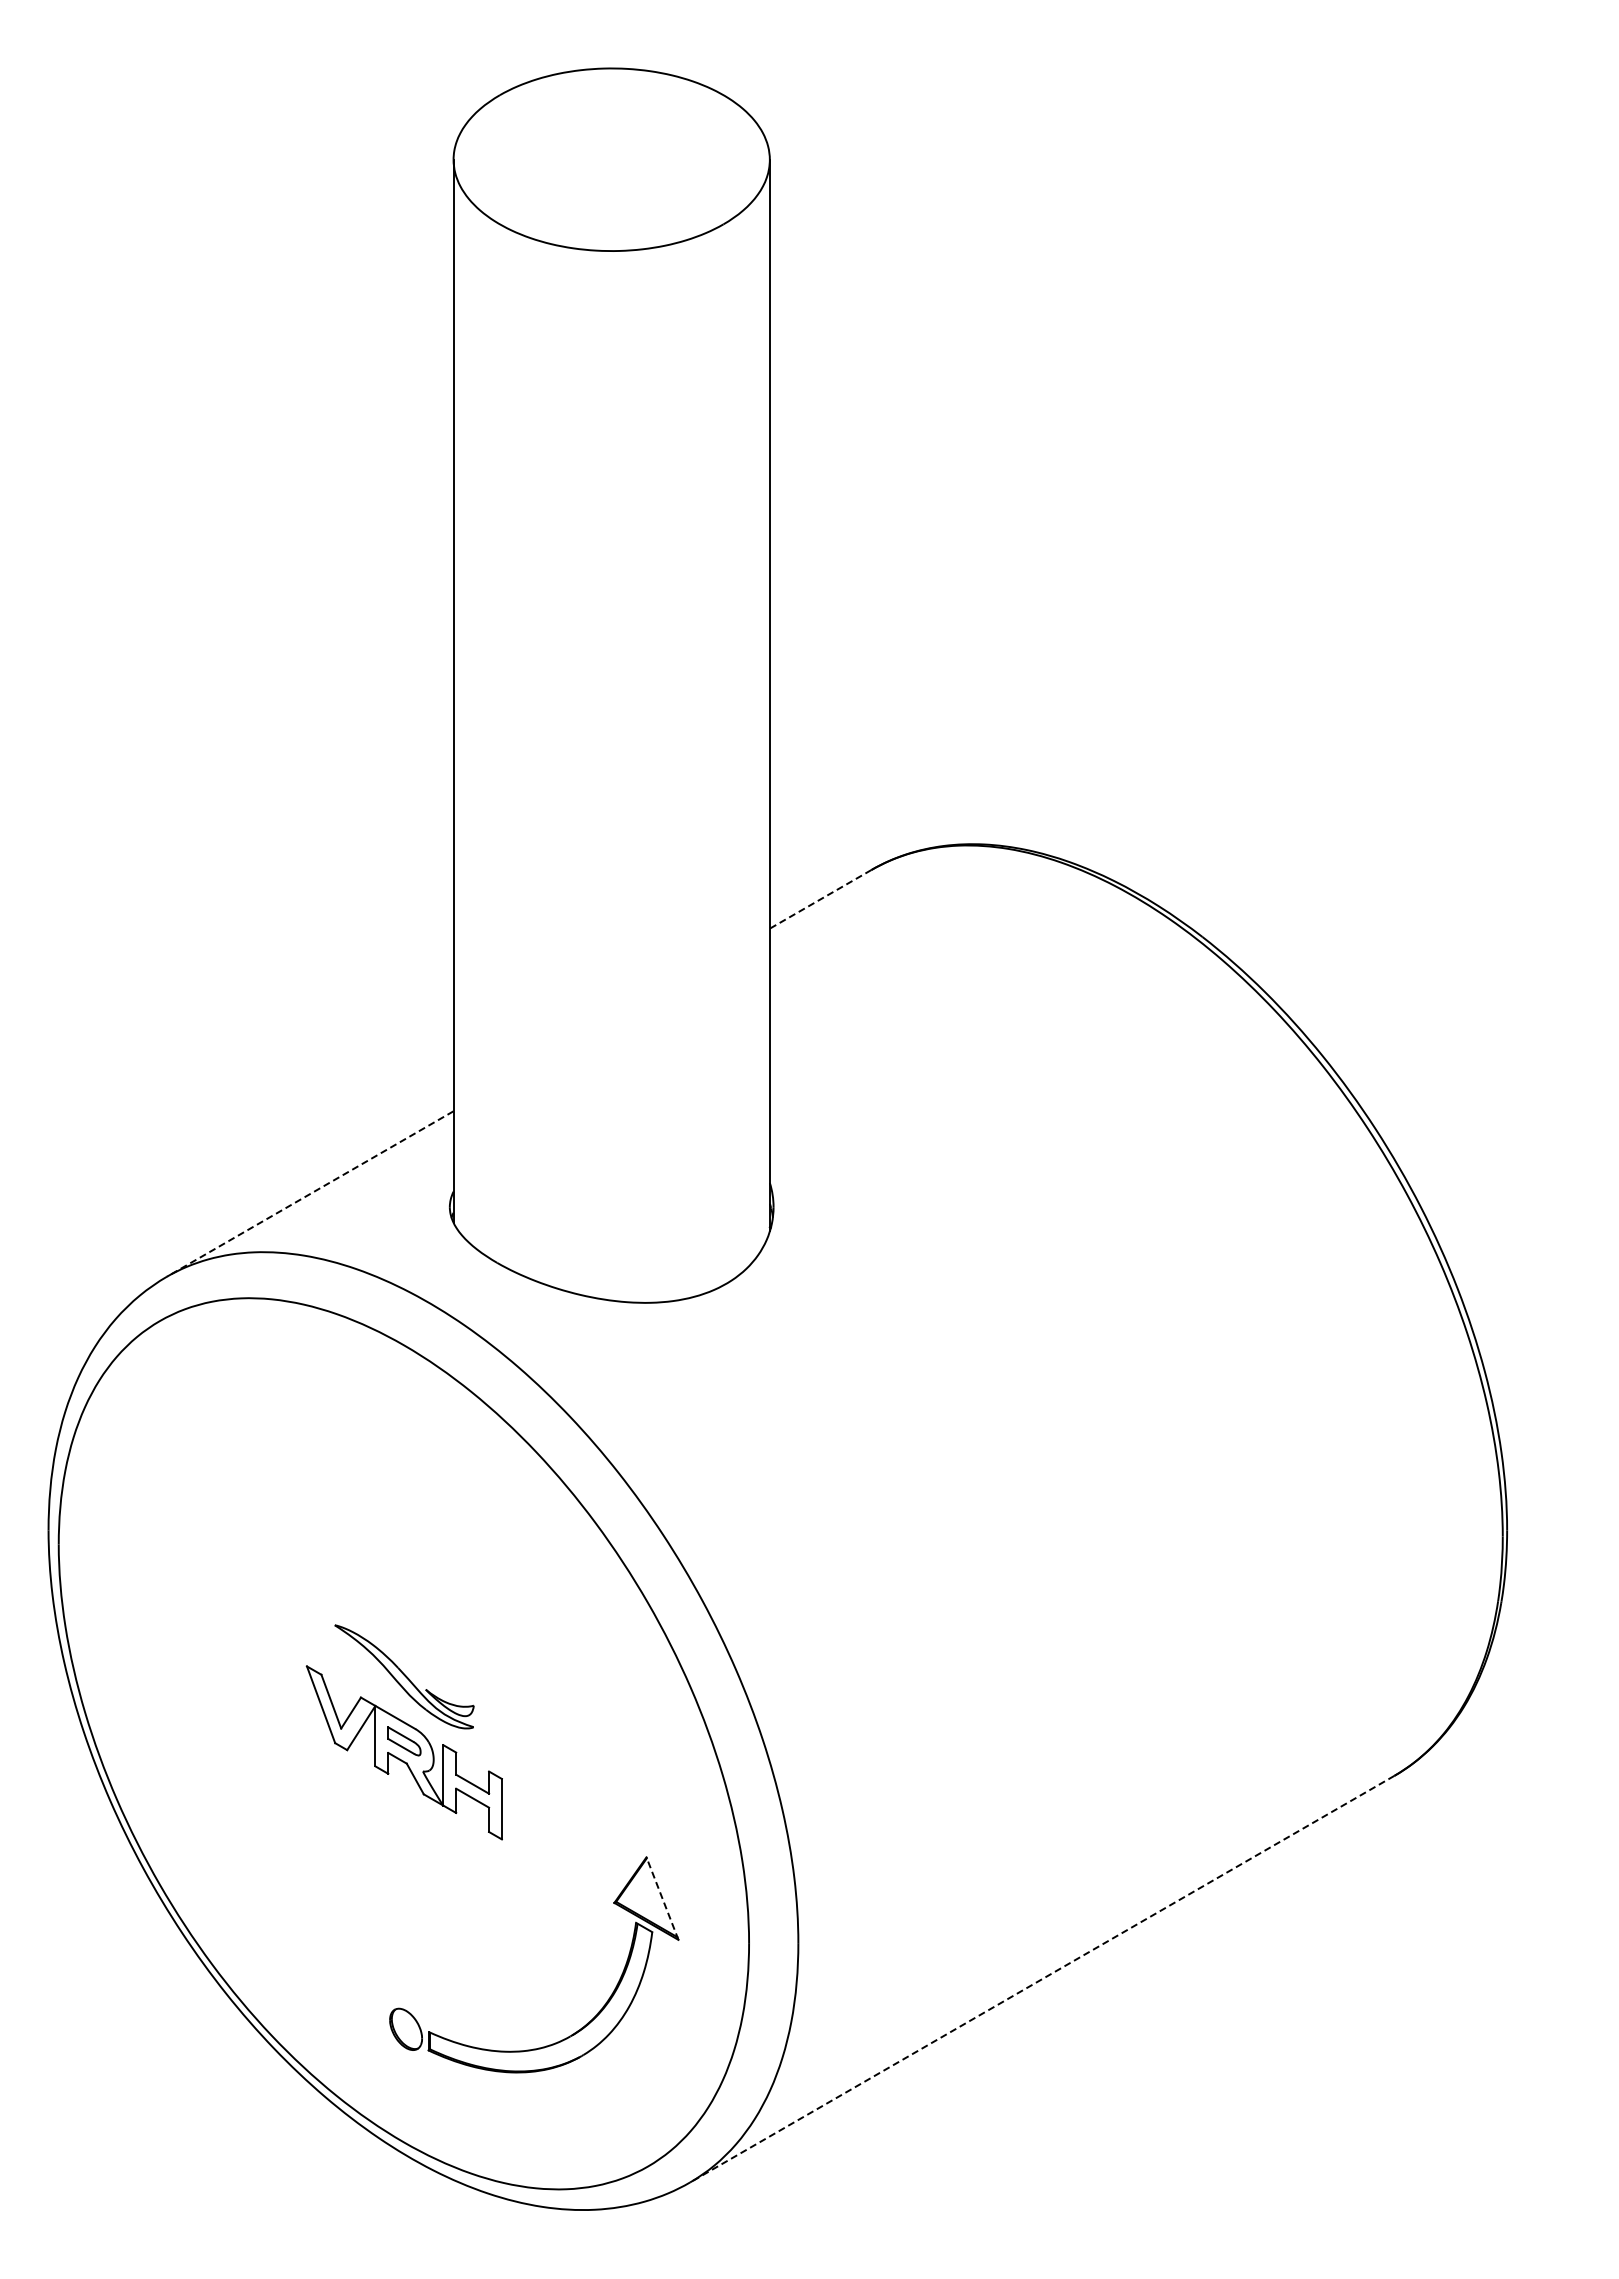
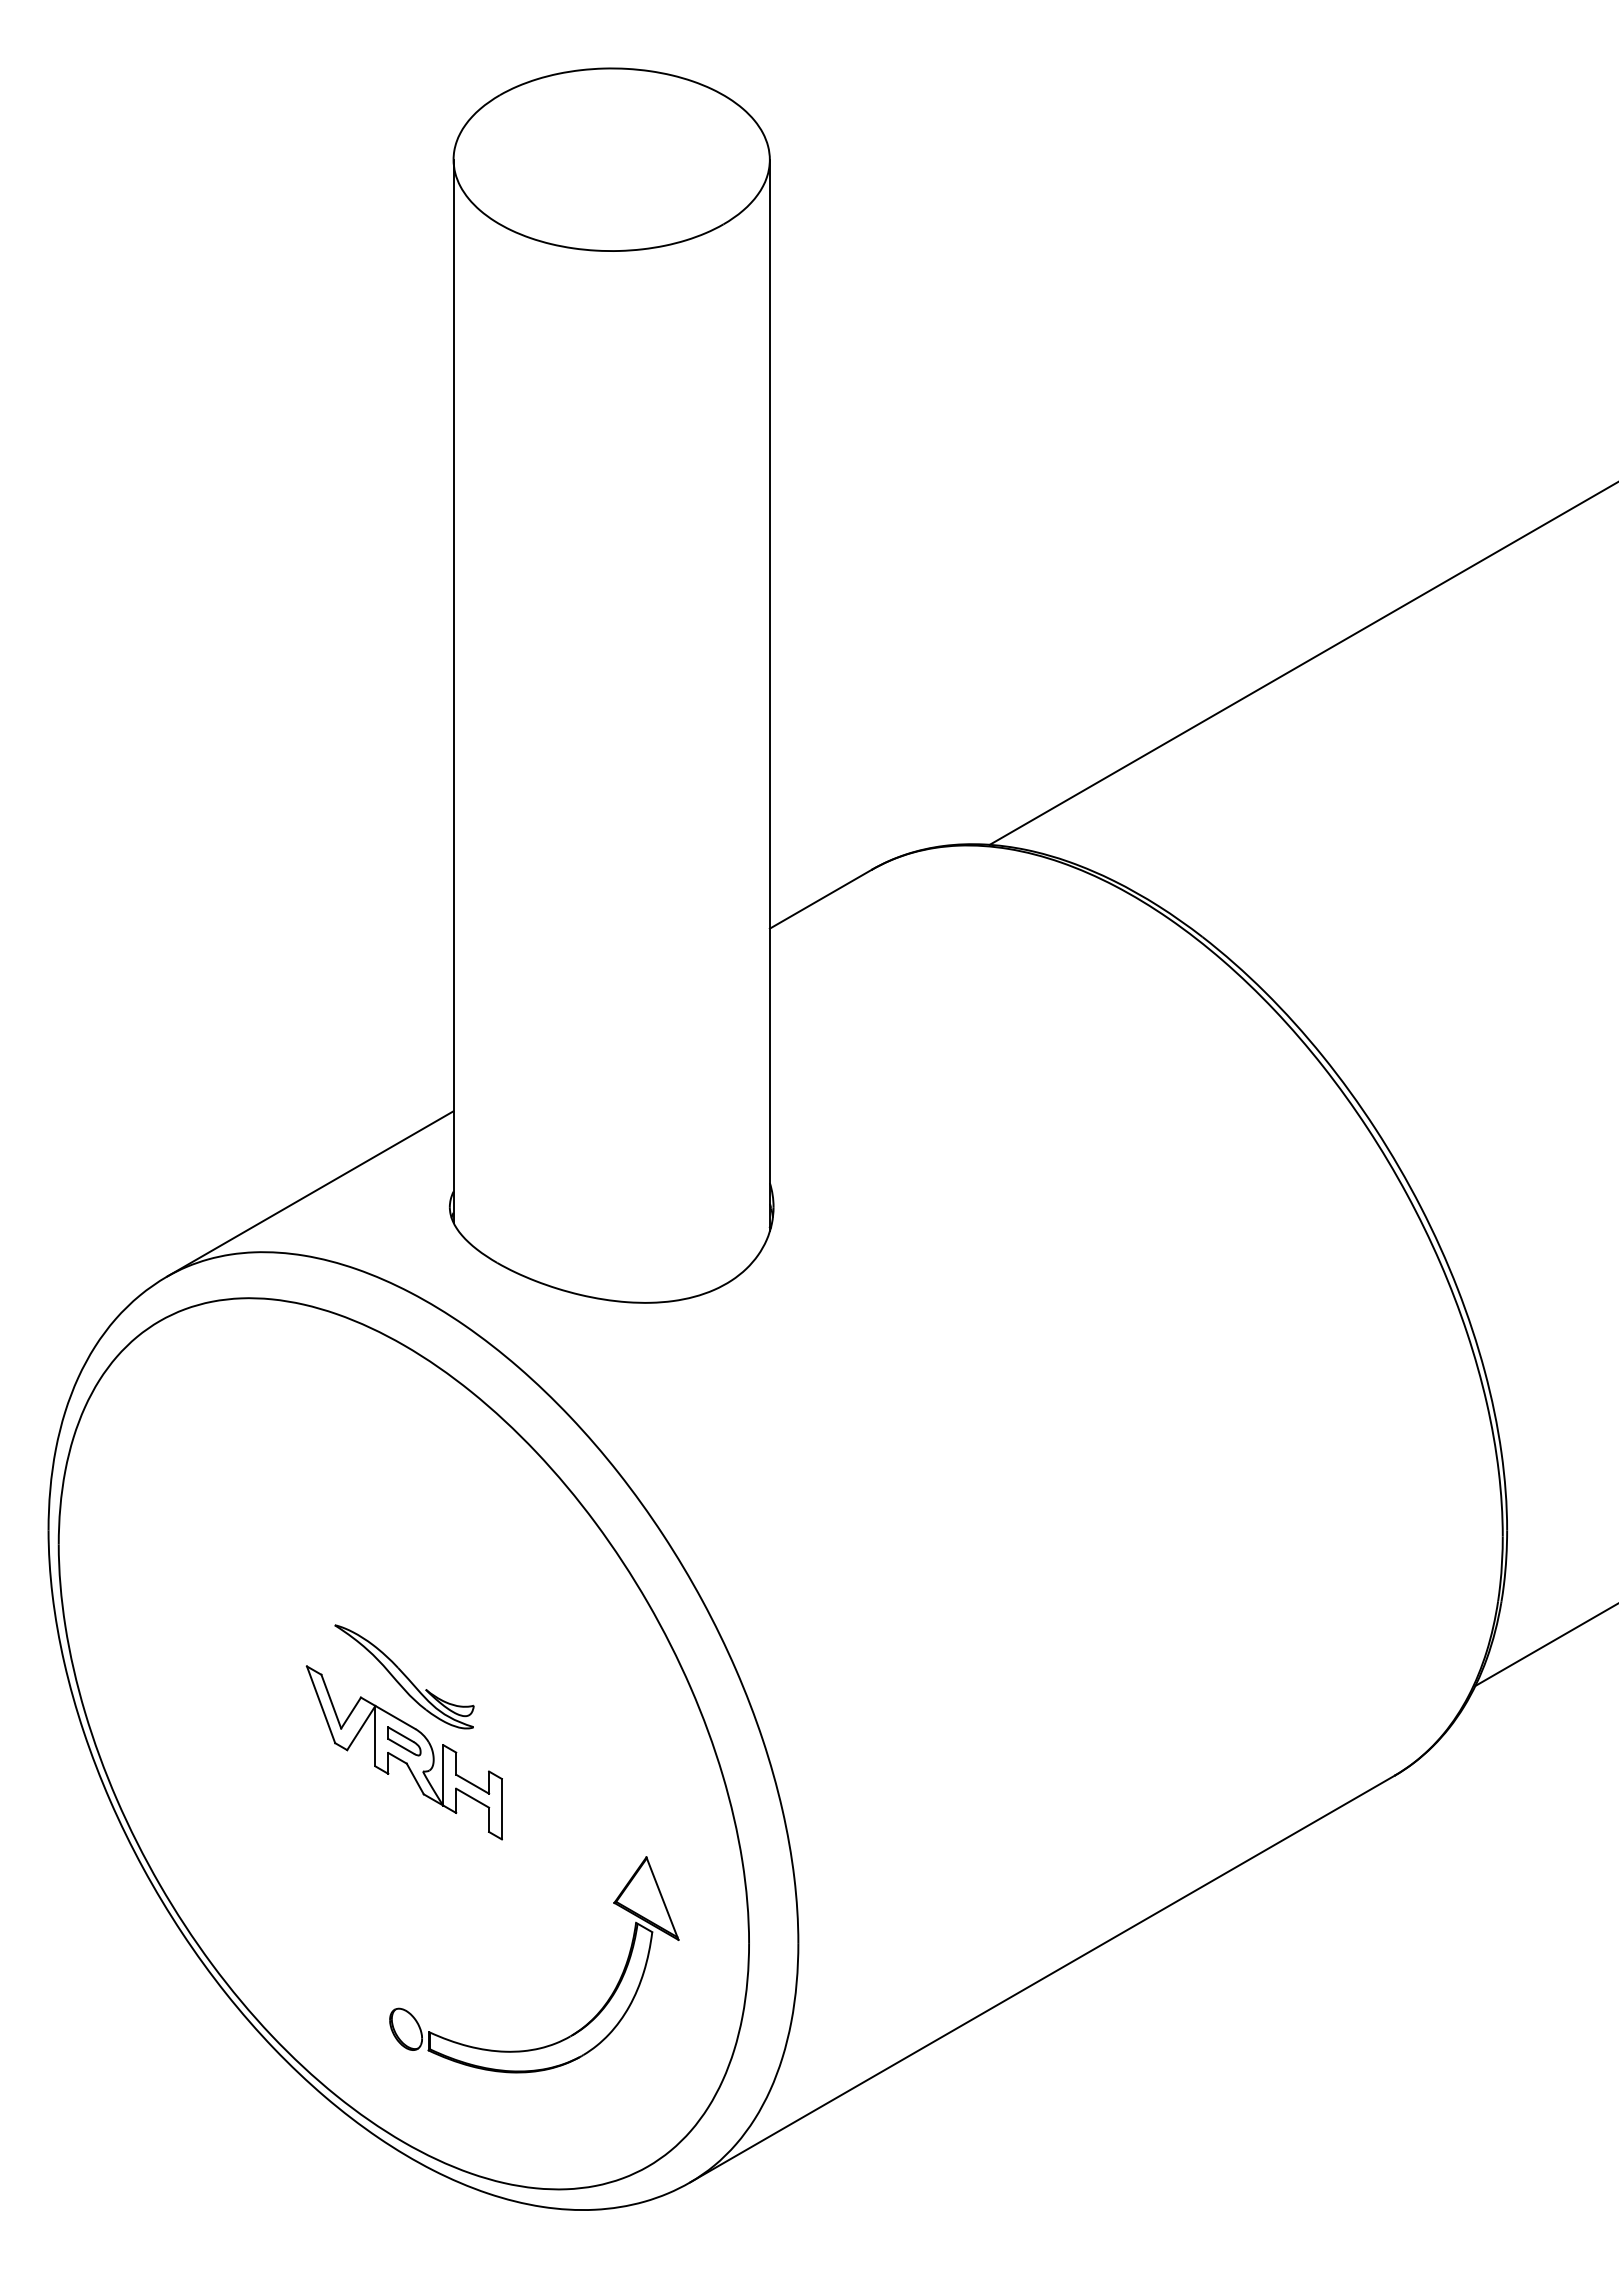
line at (1302, 663): none -> present
line at (820, 899): dashed -> solid
line at (309, 1194): dashed -> solid
line at (1545, 1645): none -> present
line at (662, 1898): dashed -> solid
line at (1042, 1979): dashed -> solid
